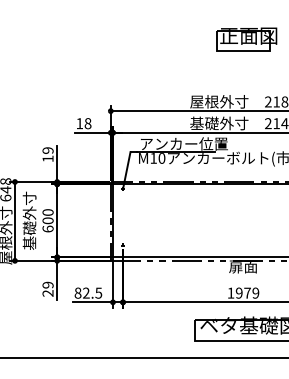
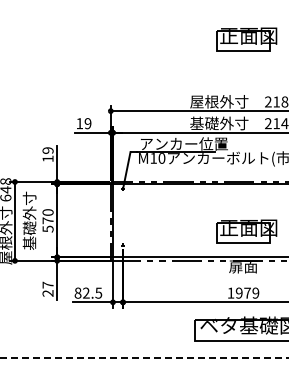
text at (87, 123): 18 -> 19
text at (47, 224): 600 -> 570
part at (246, 231): none -> present
text at (47, 284): 29 -> 27
line at (144, 357): solid -> dashed
